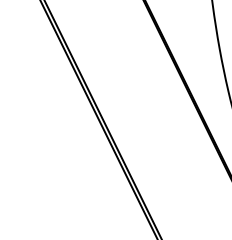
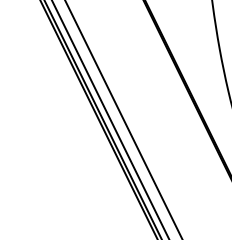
line at (110, 119): none -> present
line at (123, 119): none -> present
